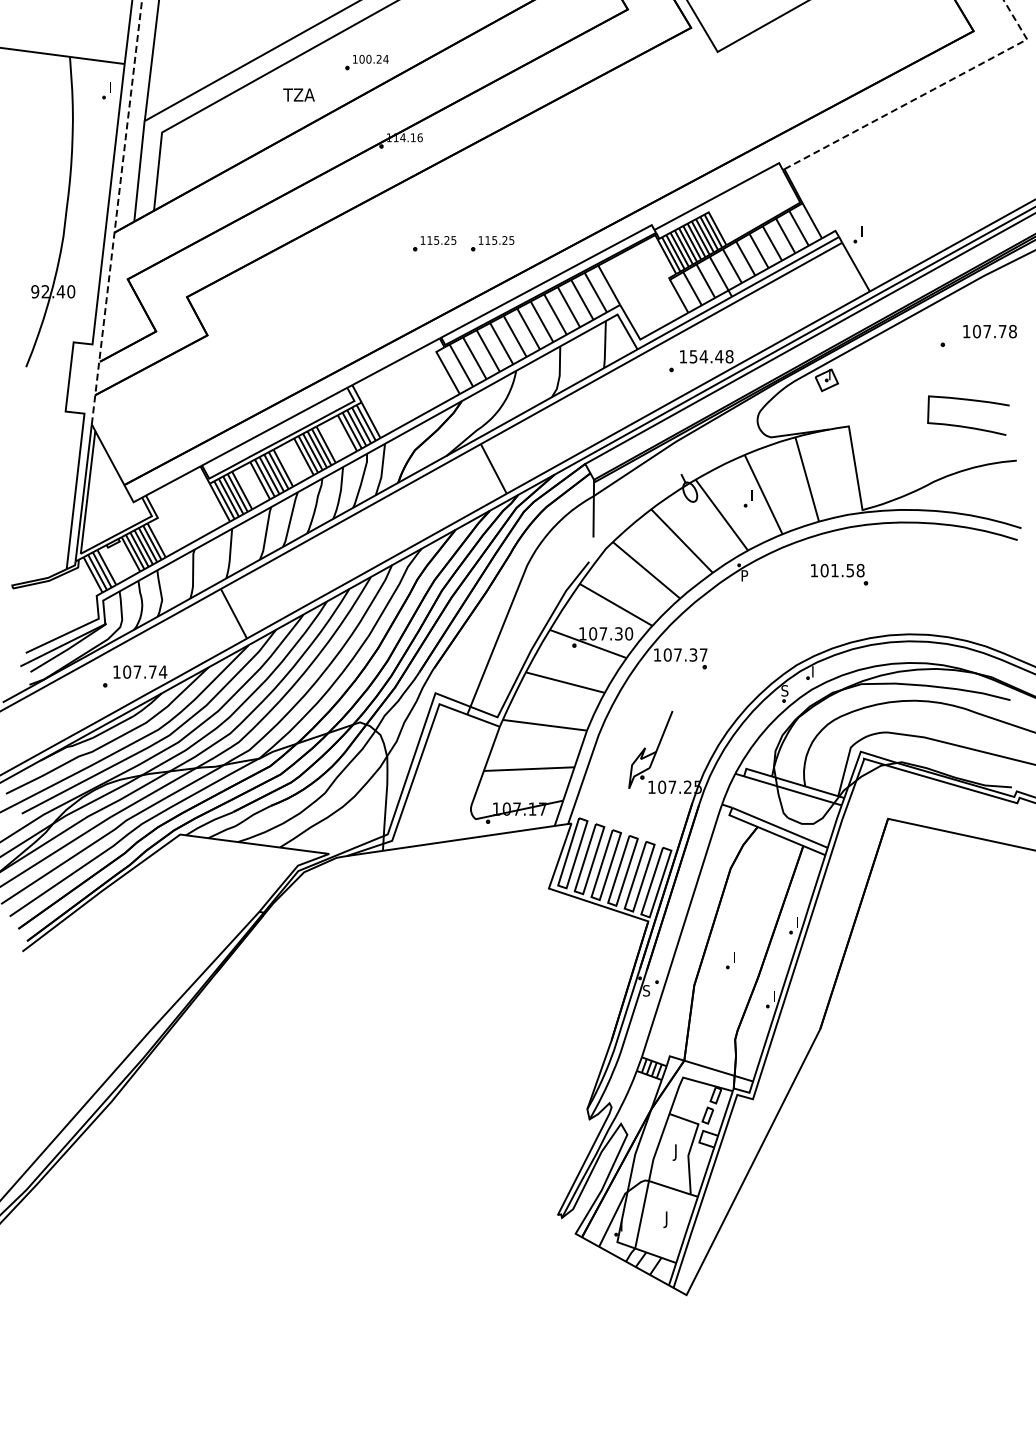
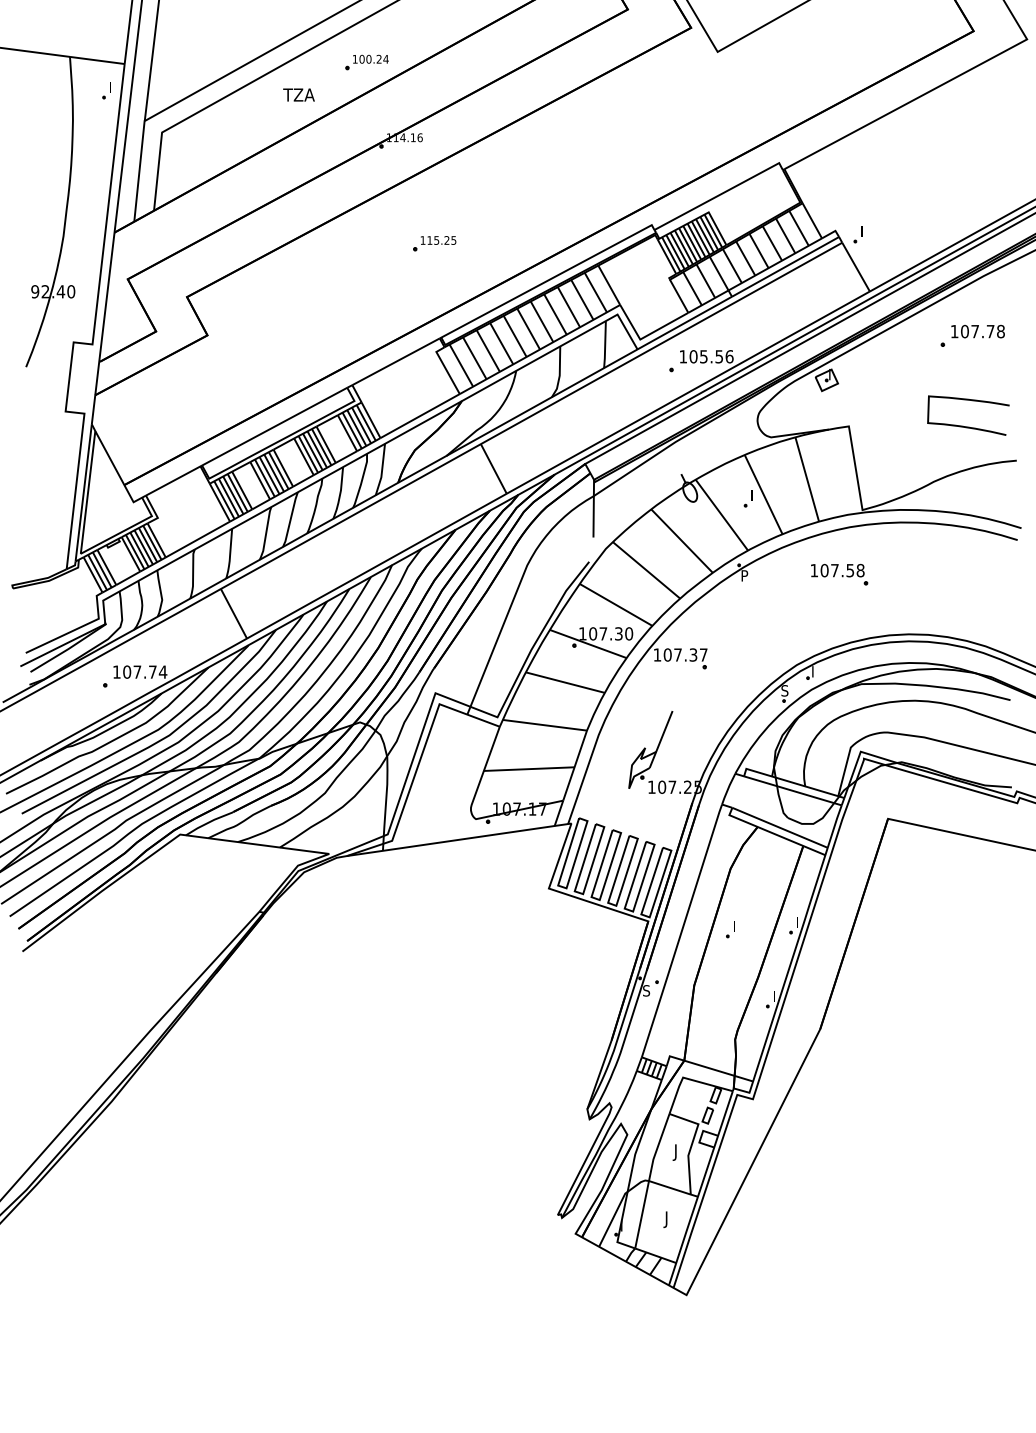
line at (926, 93): dashed -> solid
line at (117, 211): dashed -> solid
part at (492, 243): present -> none
text at (989, 331) position: (989, 331) -> (977, 331)
text at (711, 356): 154.48 -> 105.56
text at (834, 570): 101.58 -> 107.58
part at (730, 960) position: (730, 960) -> (730, 929)
